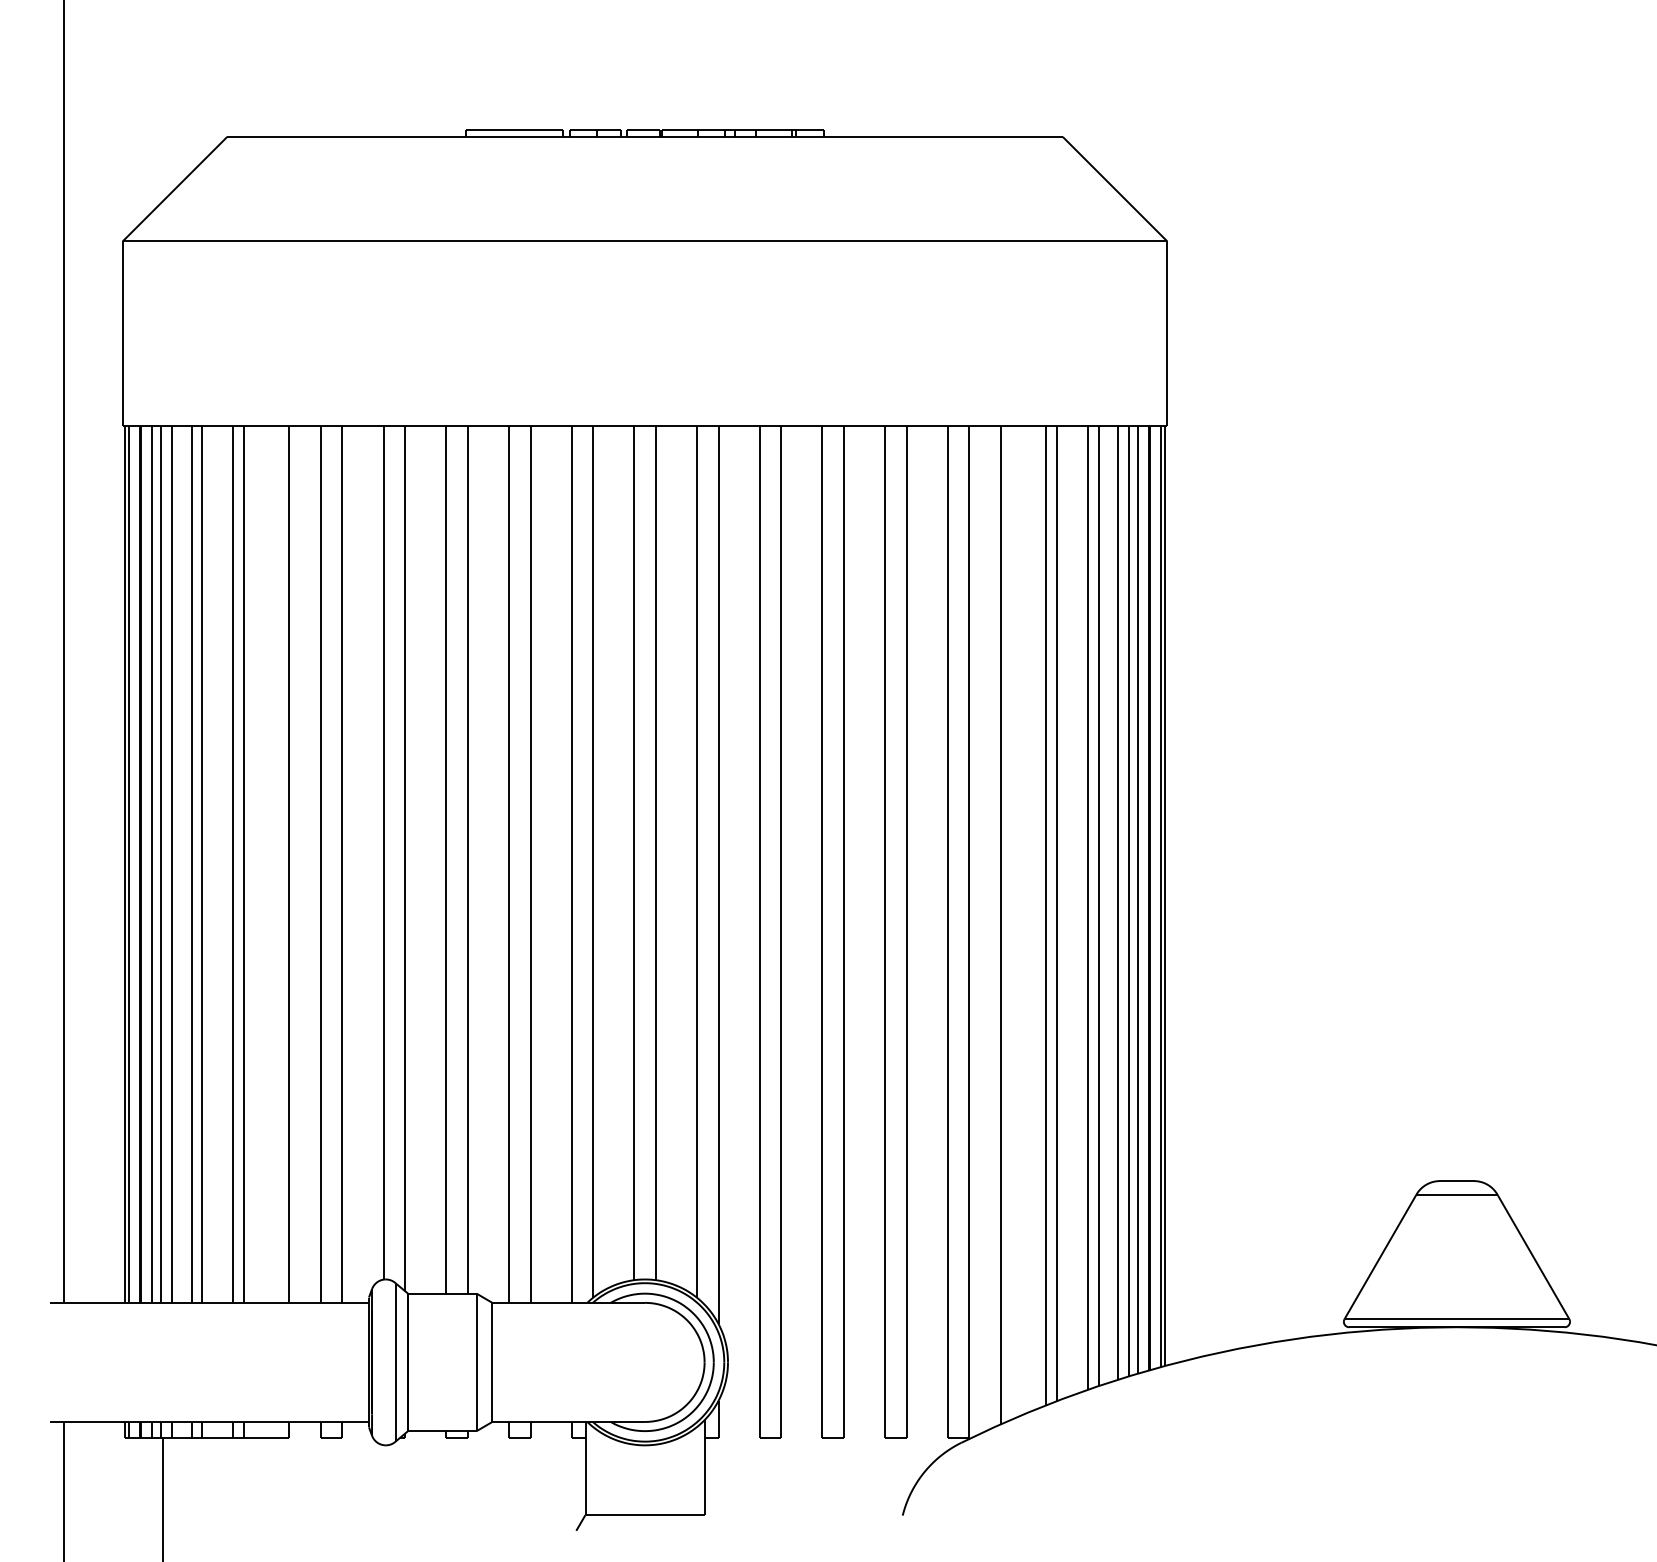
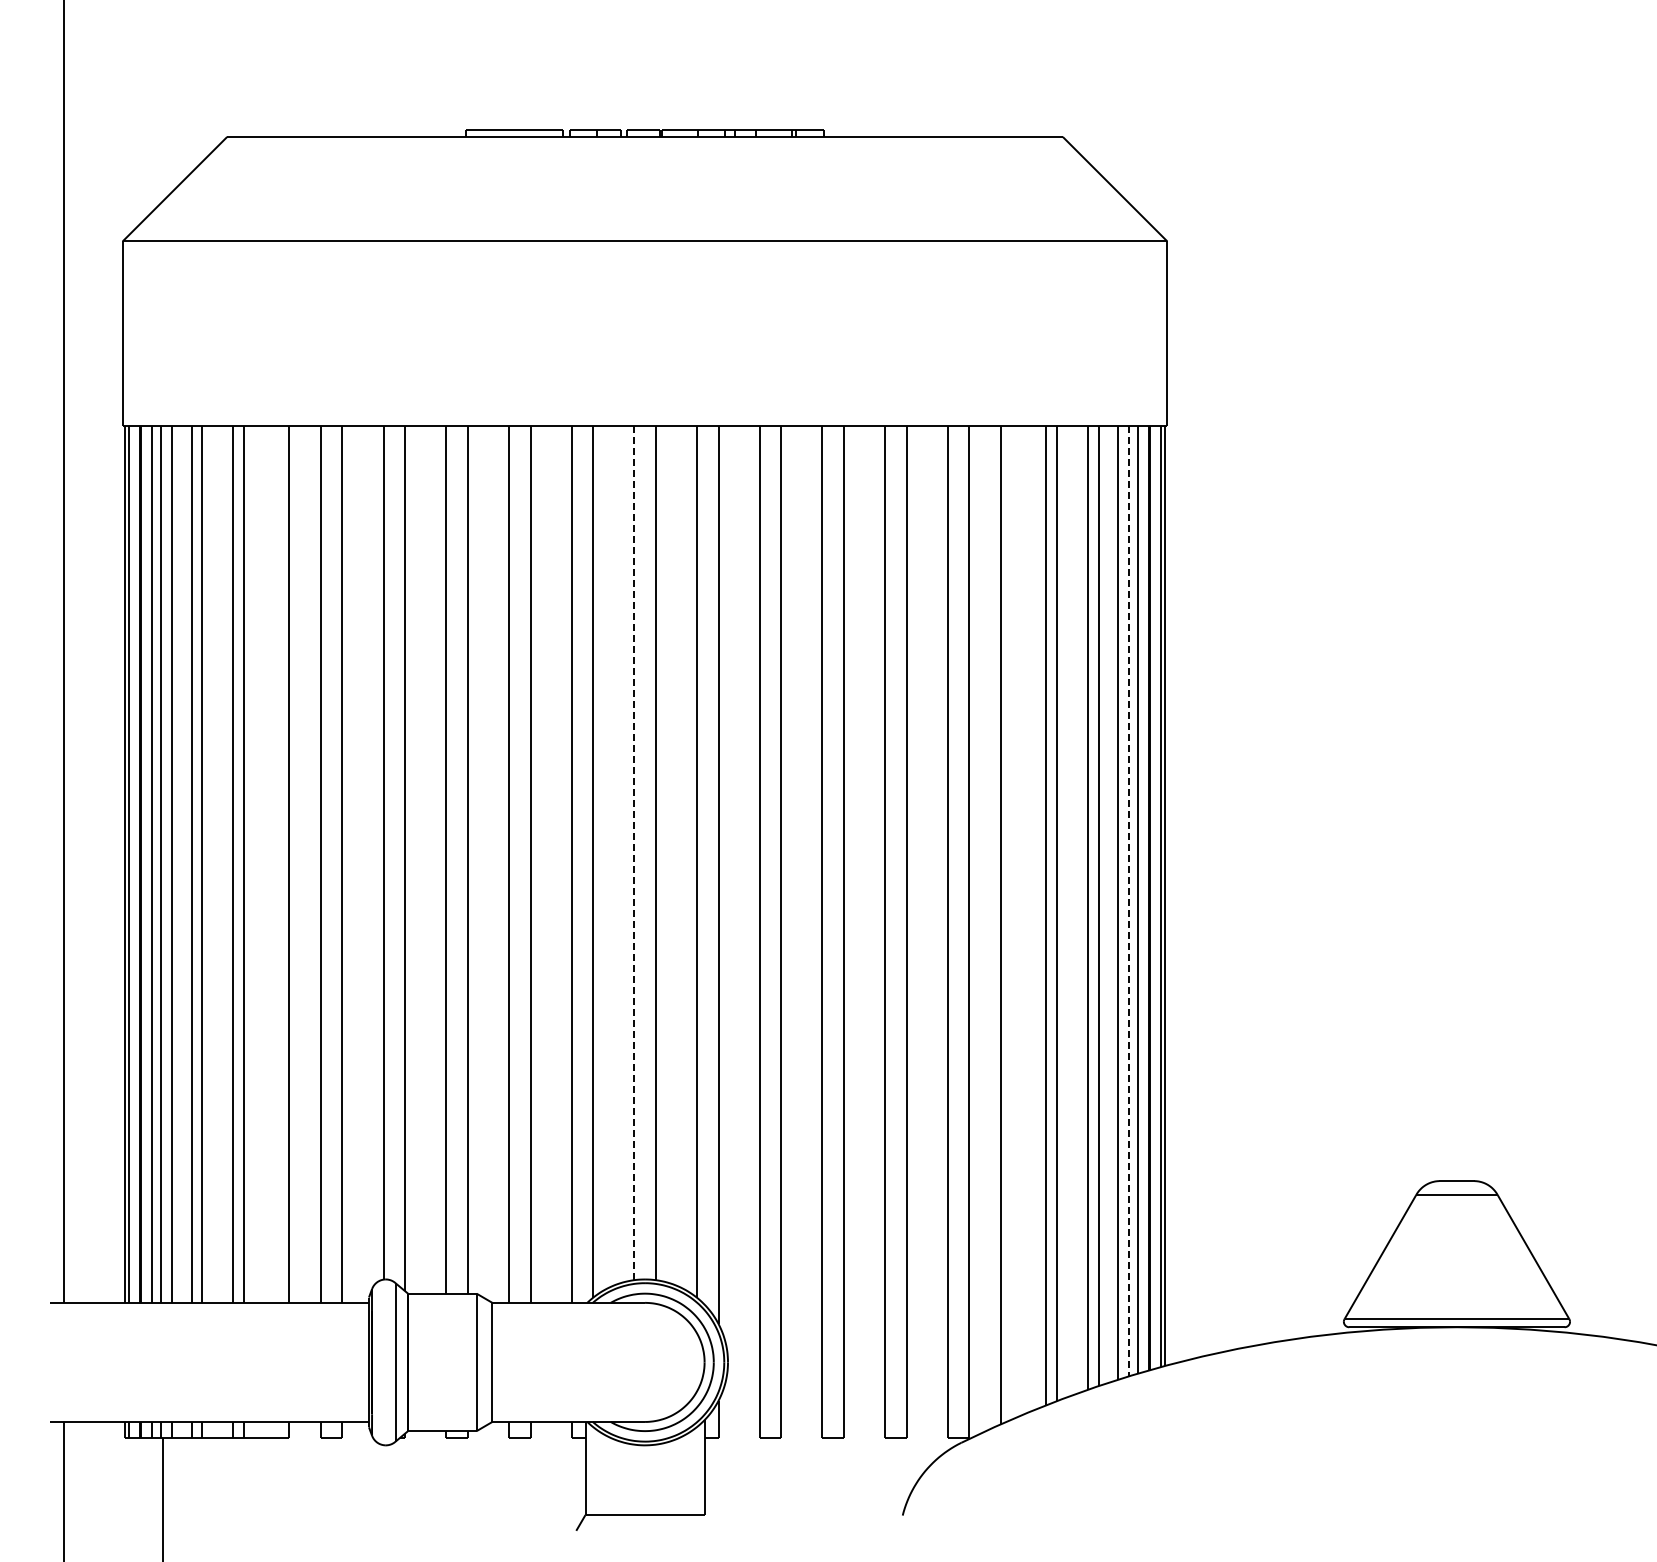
line at (634, 853): solid -> dashed
line at (1128, 901): solid -> dashed
